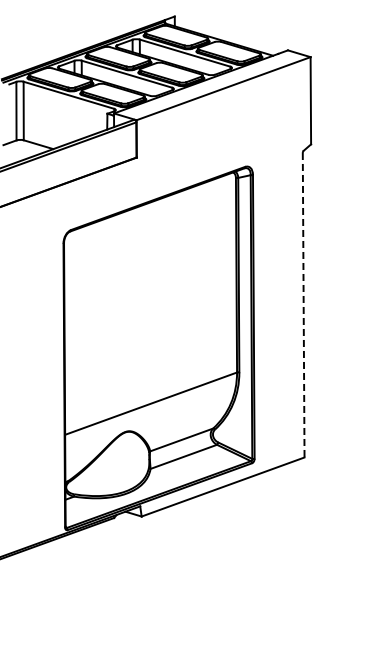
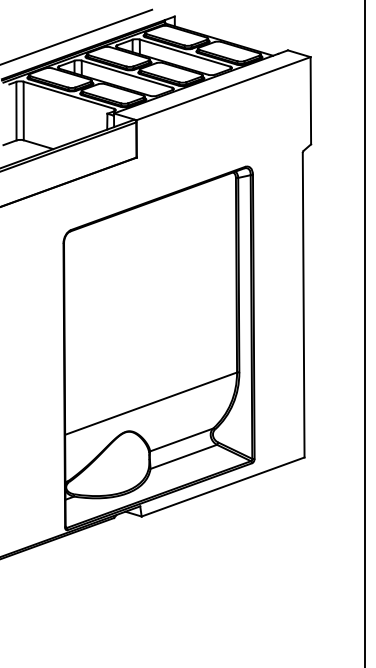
line at (77, 36): none -> present
line at (303, 305): dashed -> solid
line at (364, 333): none -> present
